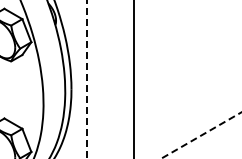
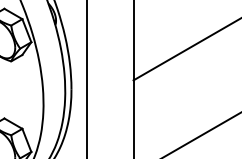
line at (185, 49): none -> present
line at (86, 79): dashed -> solid
line at (201, 135): dashed -> solid
